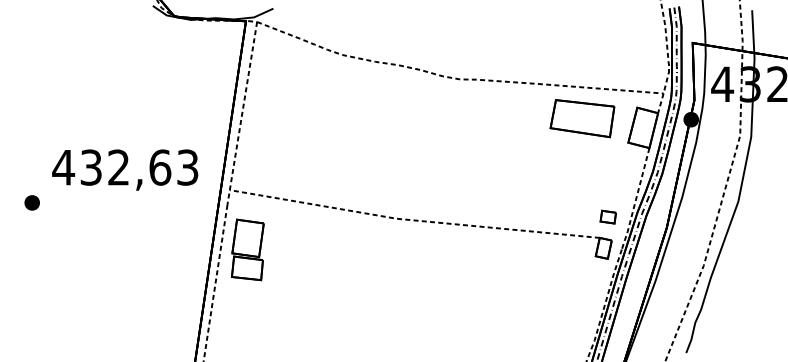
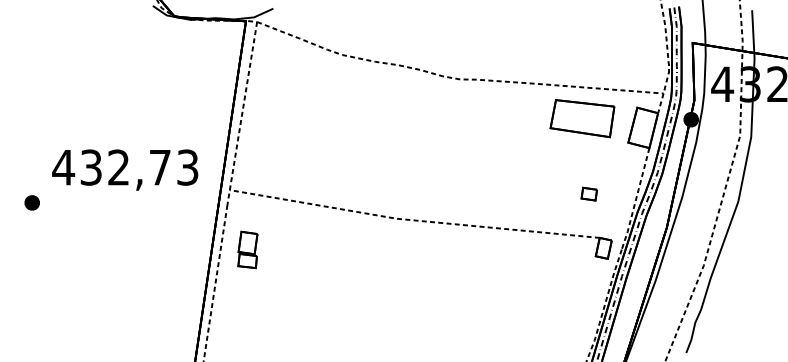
text at (160, 167): 432,63 -> 432,73
part at (607, 216) position: (607, 216) -> (588, 193)
part at (247, 249) size: 34x64 px -> 22x40 px
